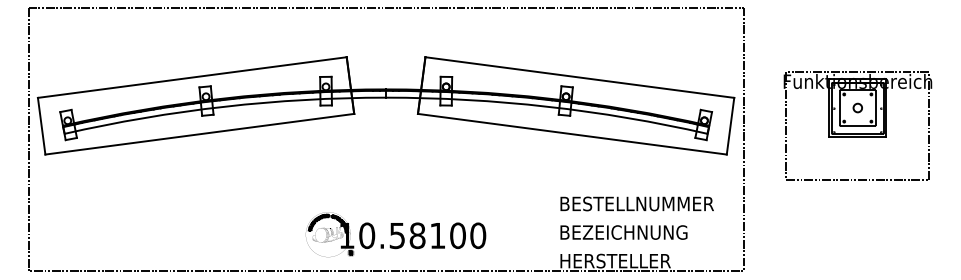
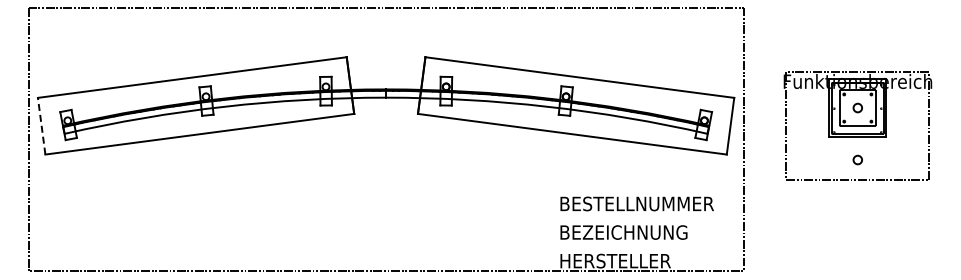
line at (41, 126): solid -> dashed
circle at (857, 159): none -> present
part at (395, 234): present -> none
